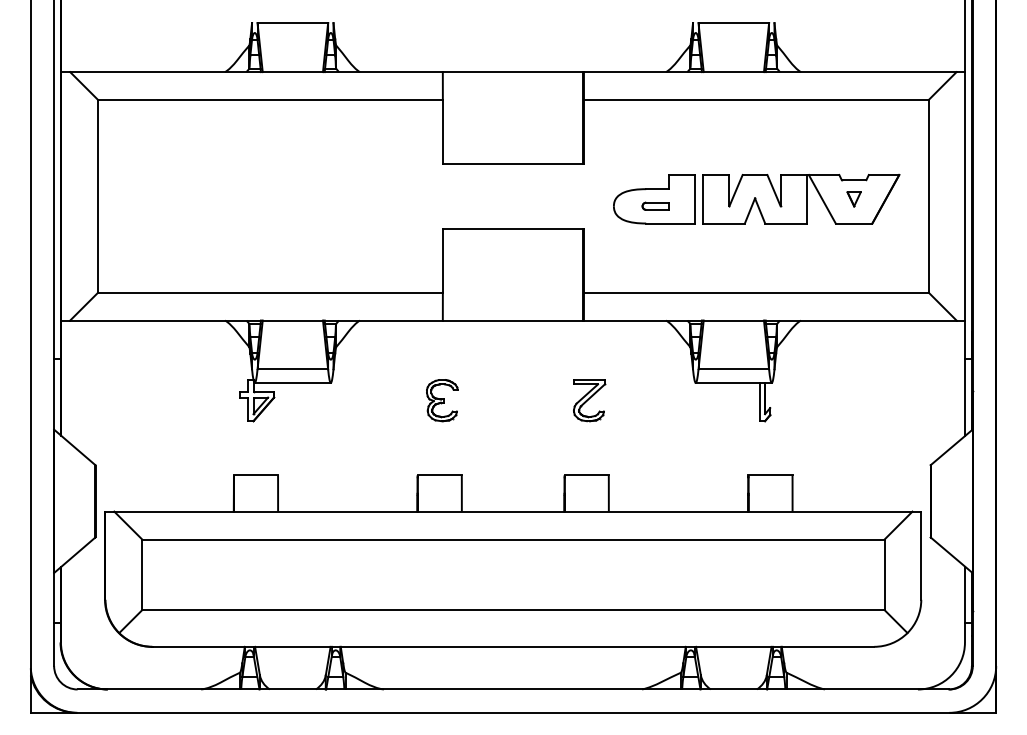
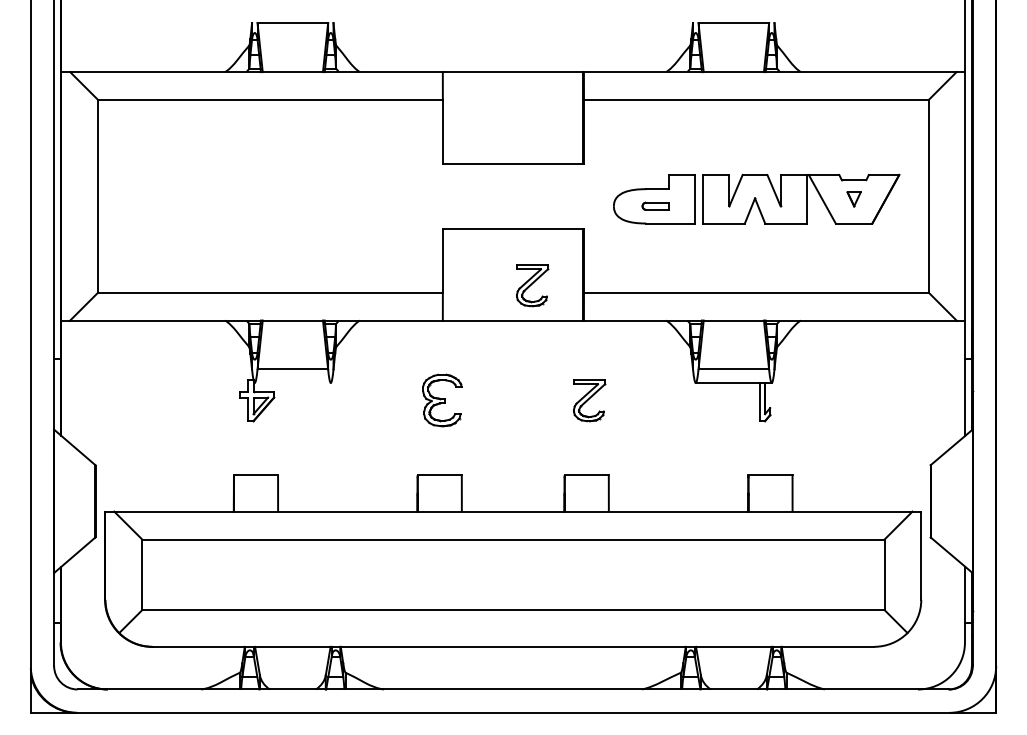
part at (532, 285): none -> present
line at (292, 383): present -> none
part at (442, 400) size: 33x44 px -> 41x55 px
